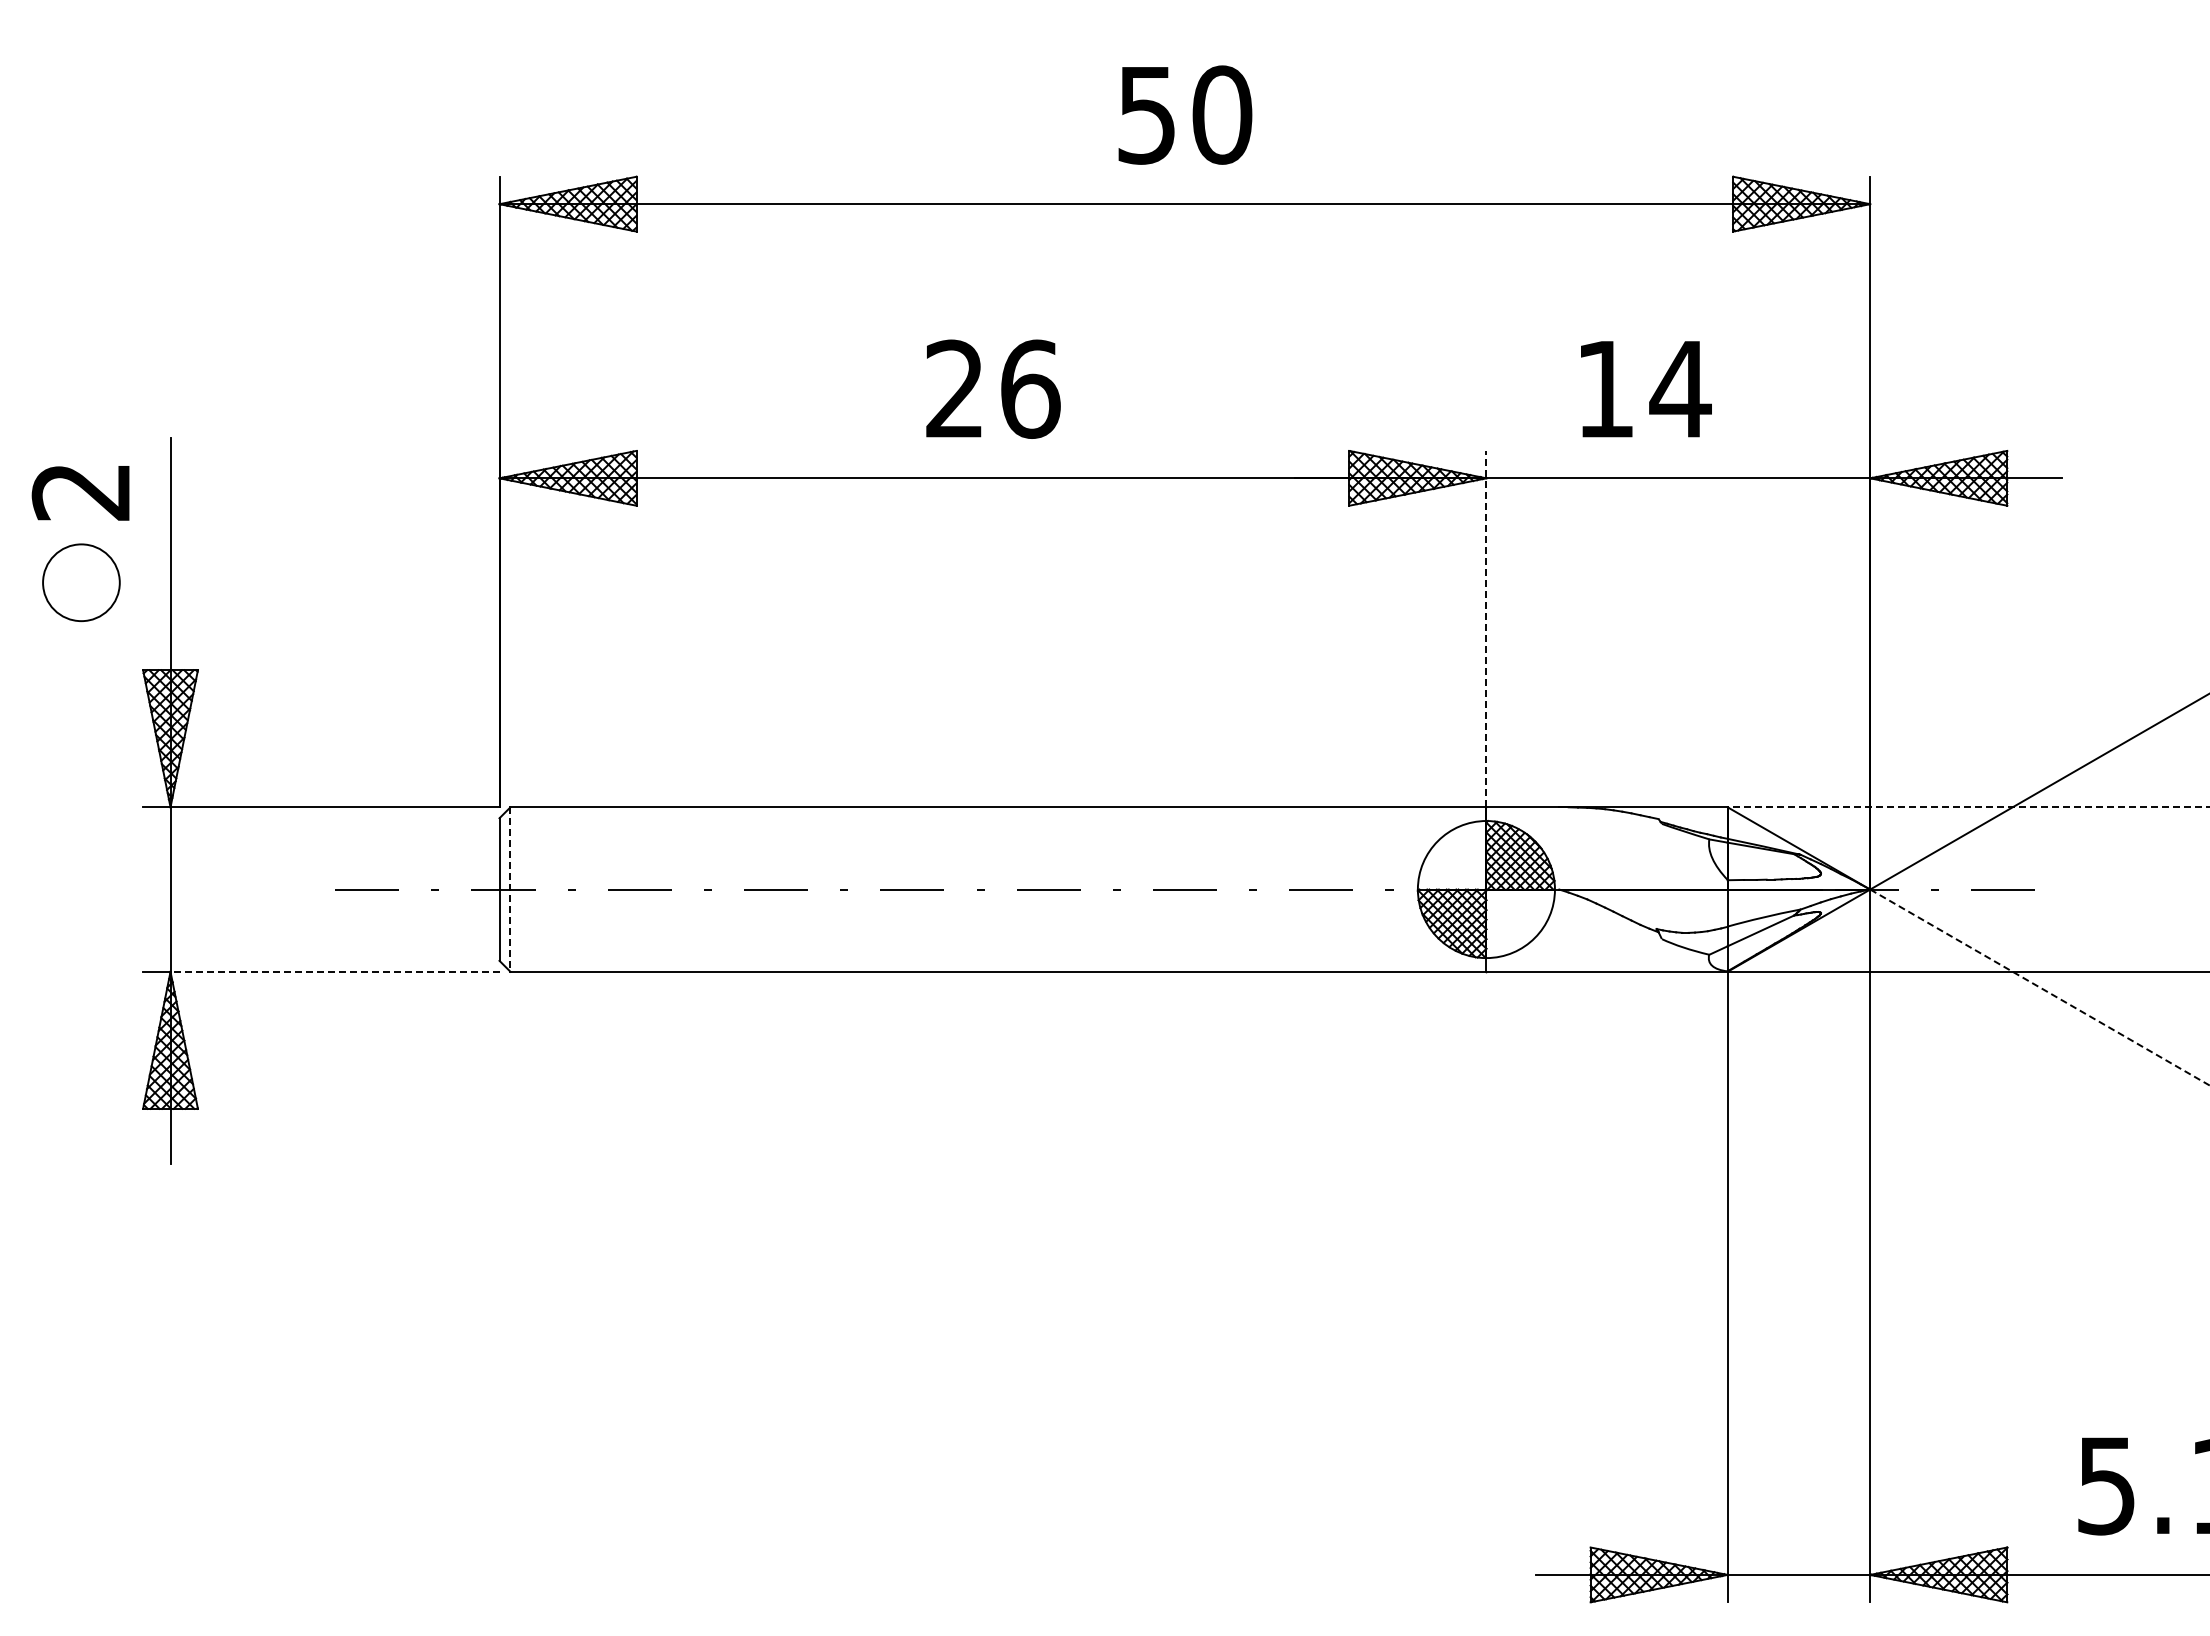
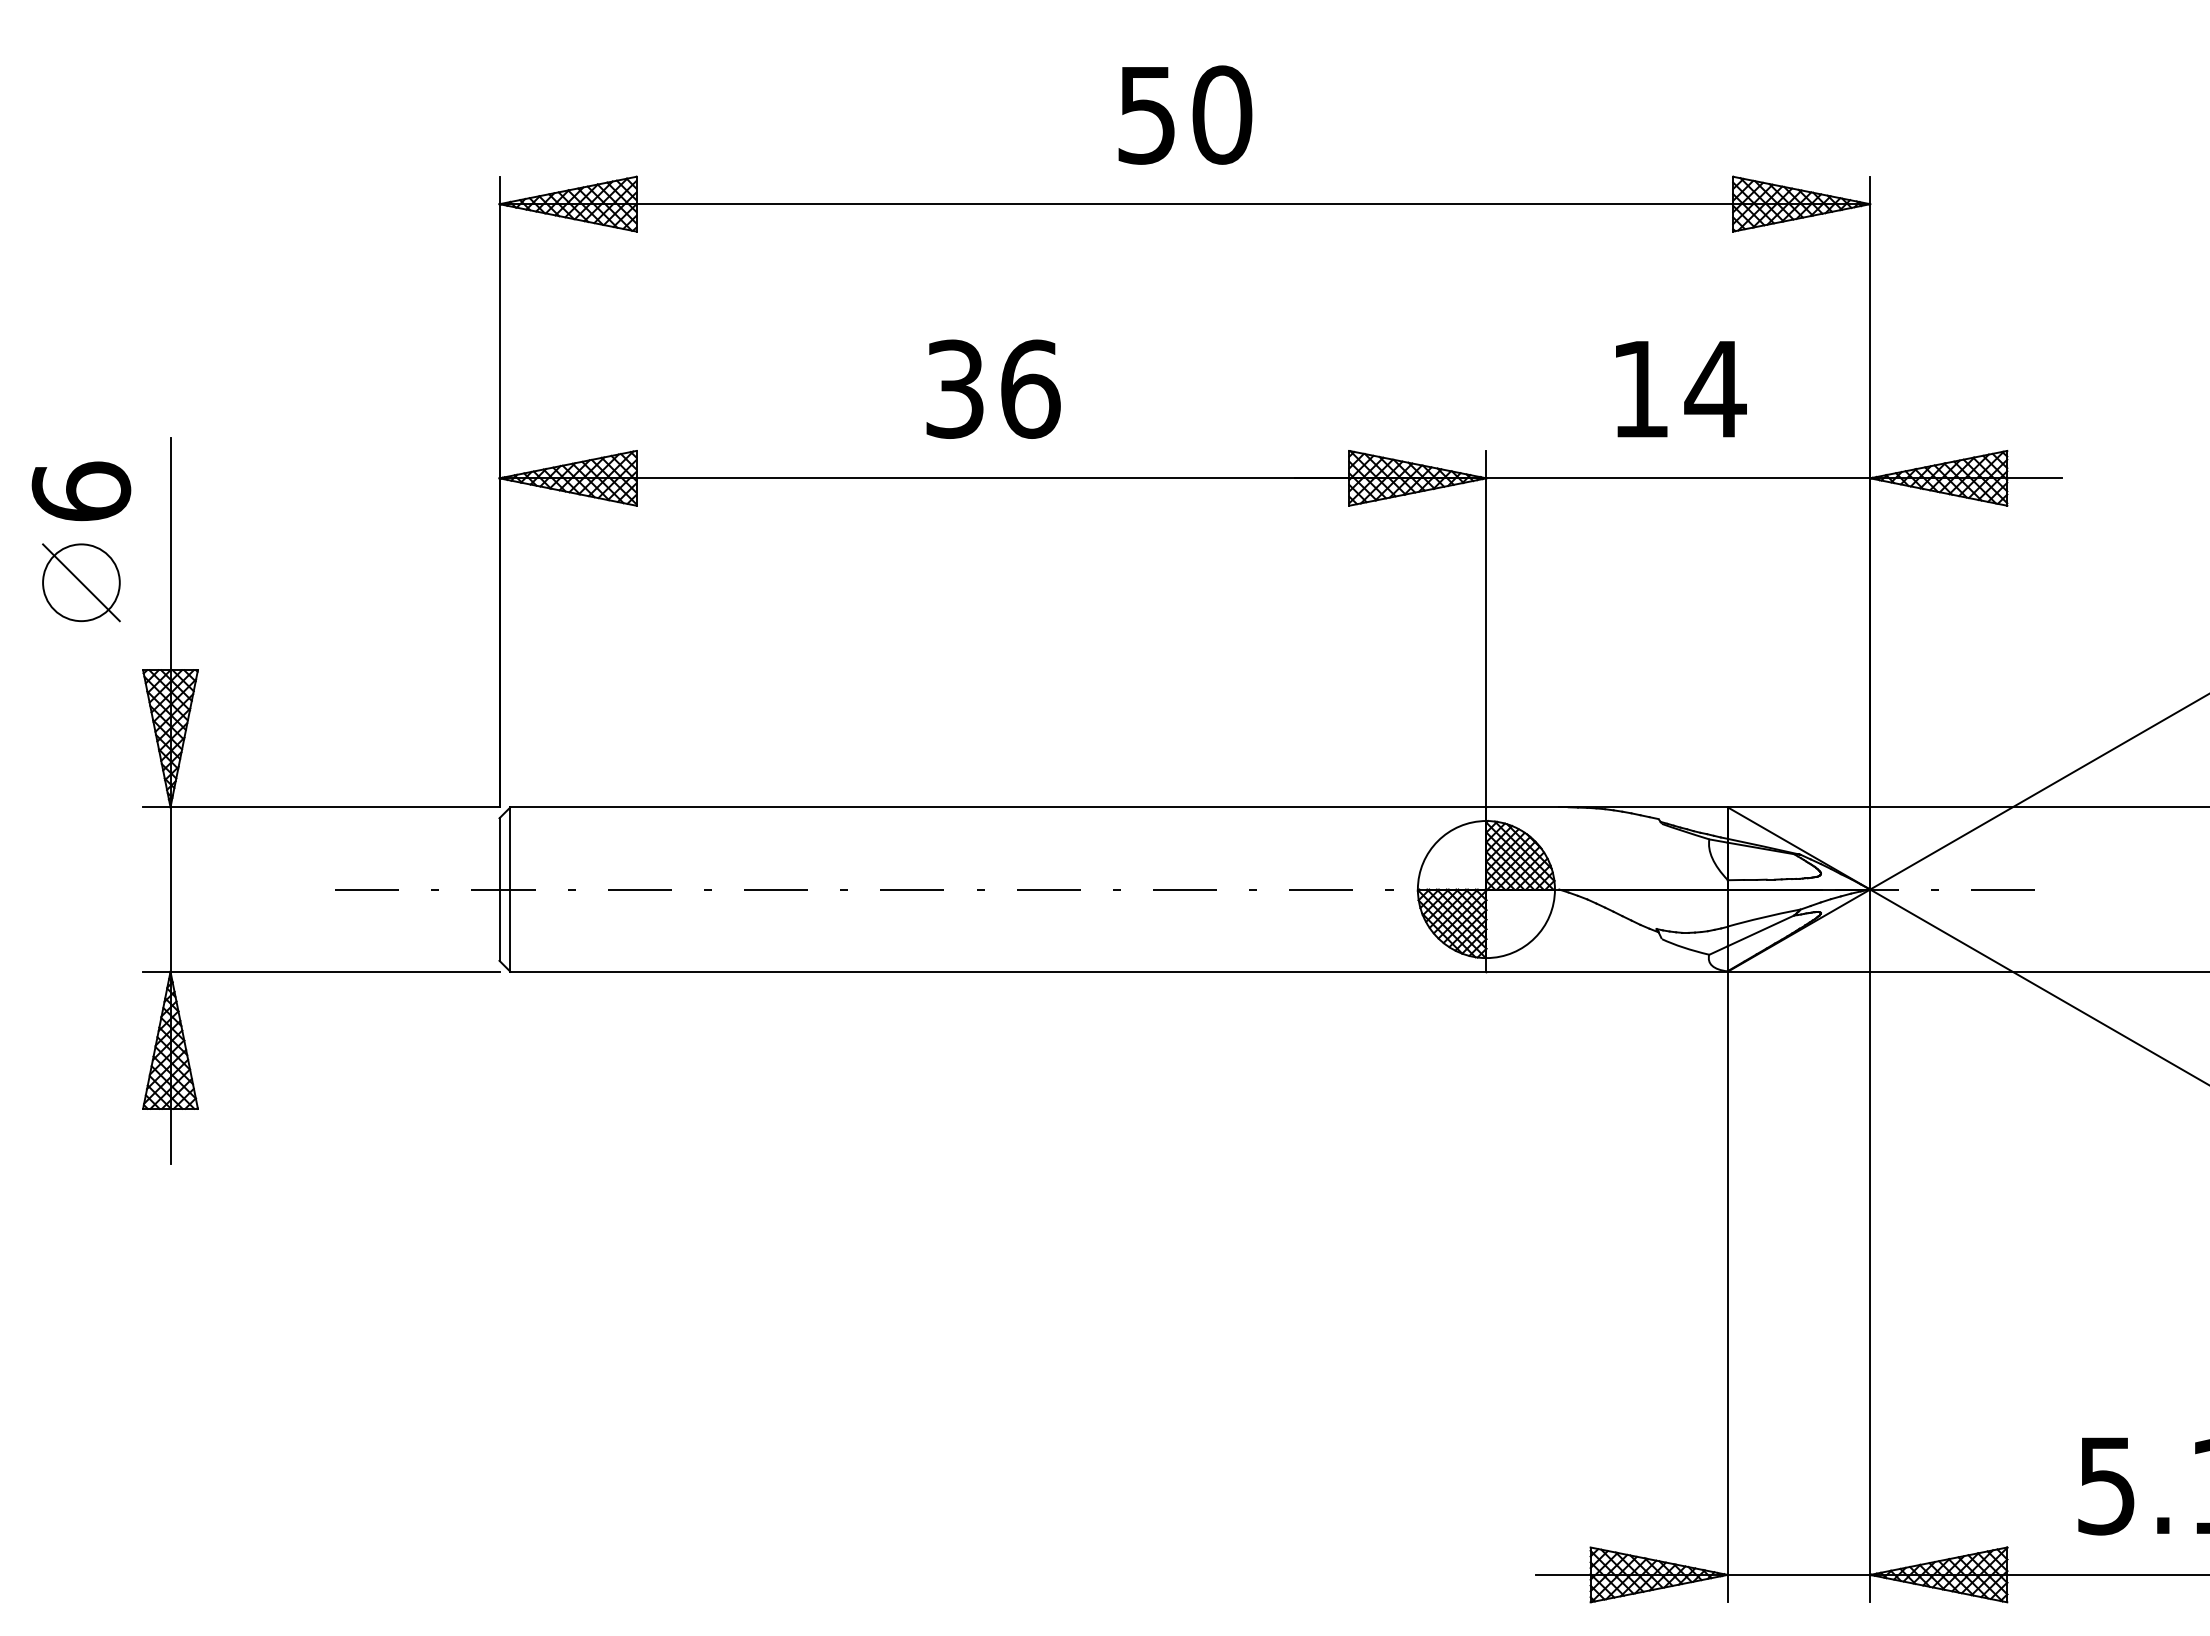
text at (954, 388): 26 -> 36
text at (1646, 389) position: (1646, 389) -> (1681, 389)
text at (81, 491): 2 -> 6
line at (81, 582): none -> present
line at (1486, 628): dashed -> solid
line at (1968, 807): dashed -> solid
line at (510, 890): dashed -> solid
line at (334, 971): dashed -> solid
line at (2039, 987): dashed -> solid
